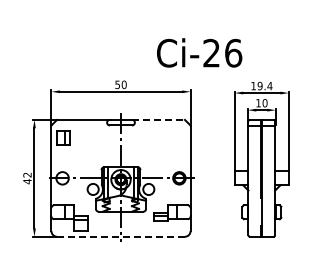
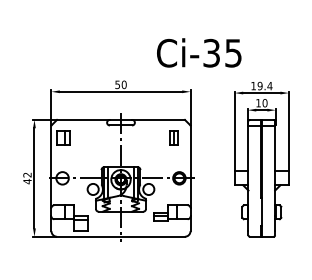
text at (222, 52): Ci-26 -> Ci-35
line at (159, 119): dashed -> solid
part at (173, 137): none -> present
line at (121, 236): dashed -> solid
